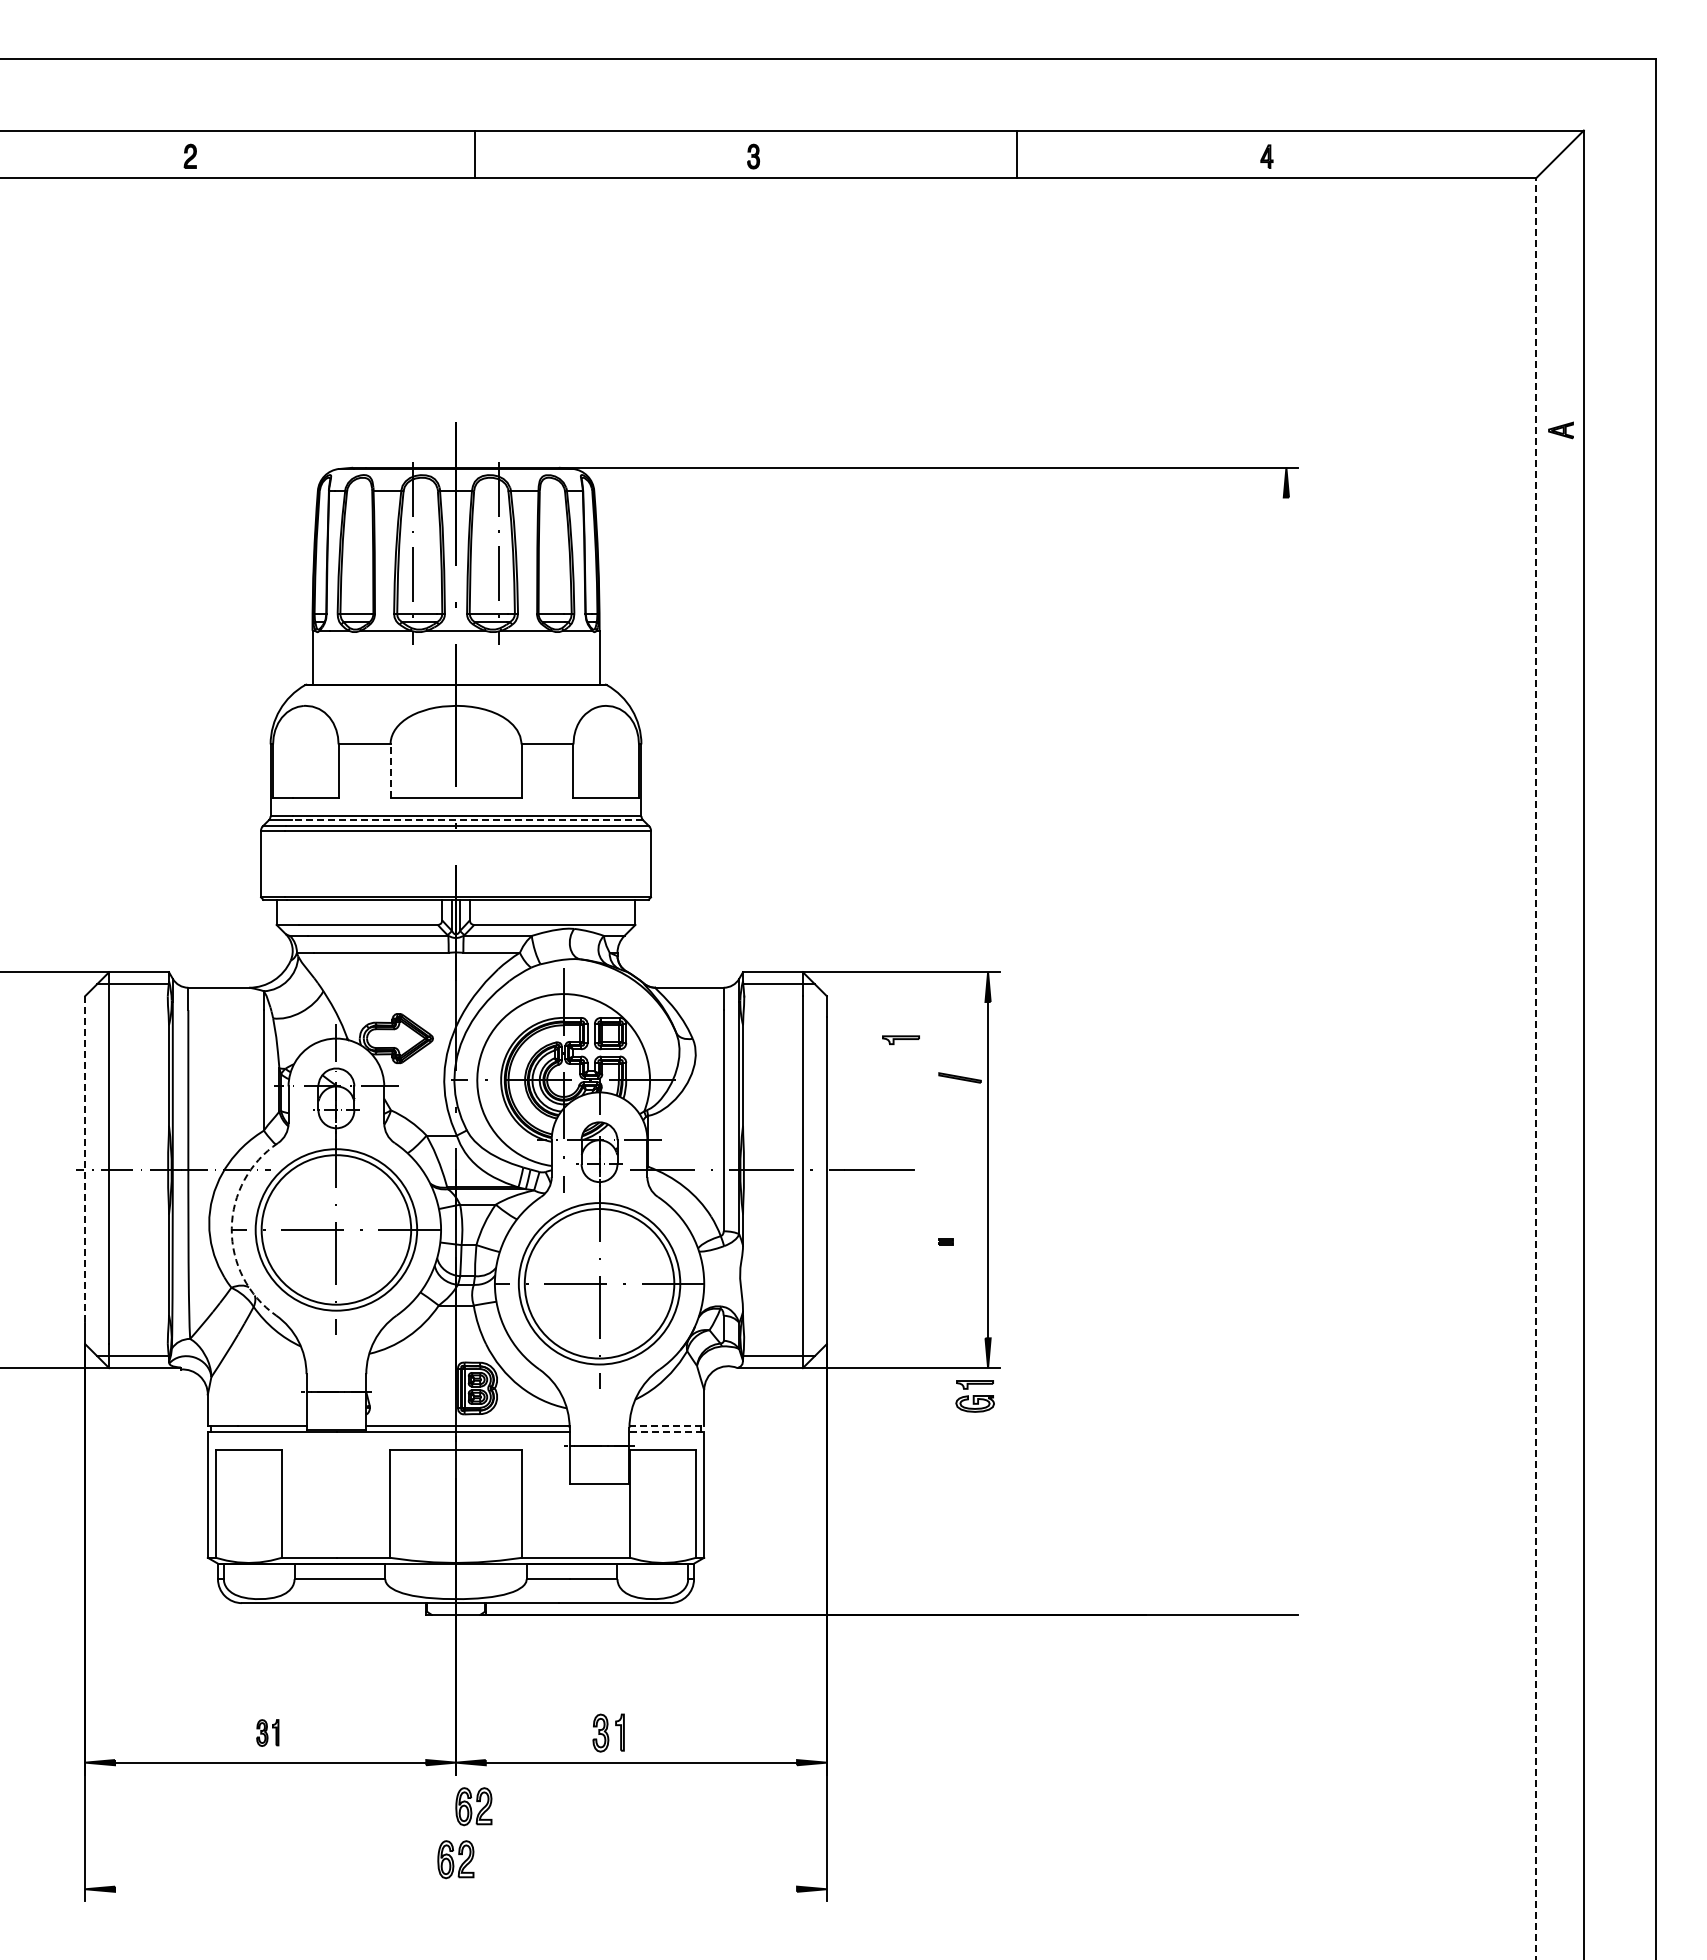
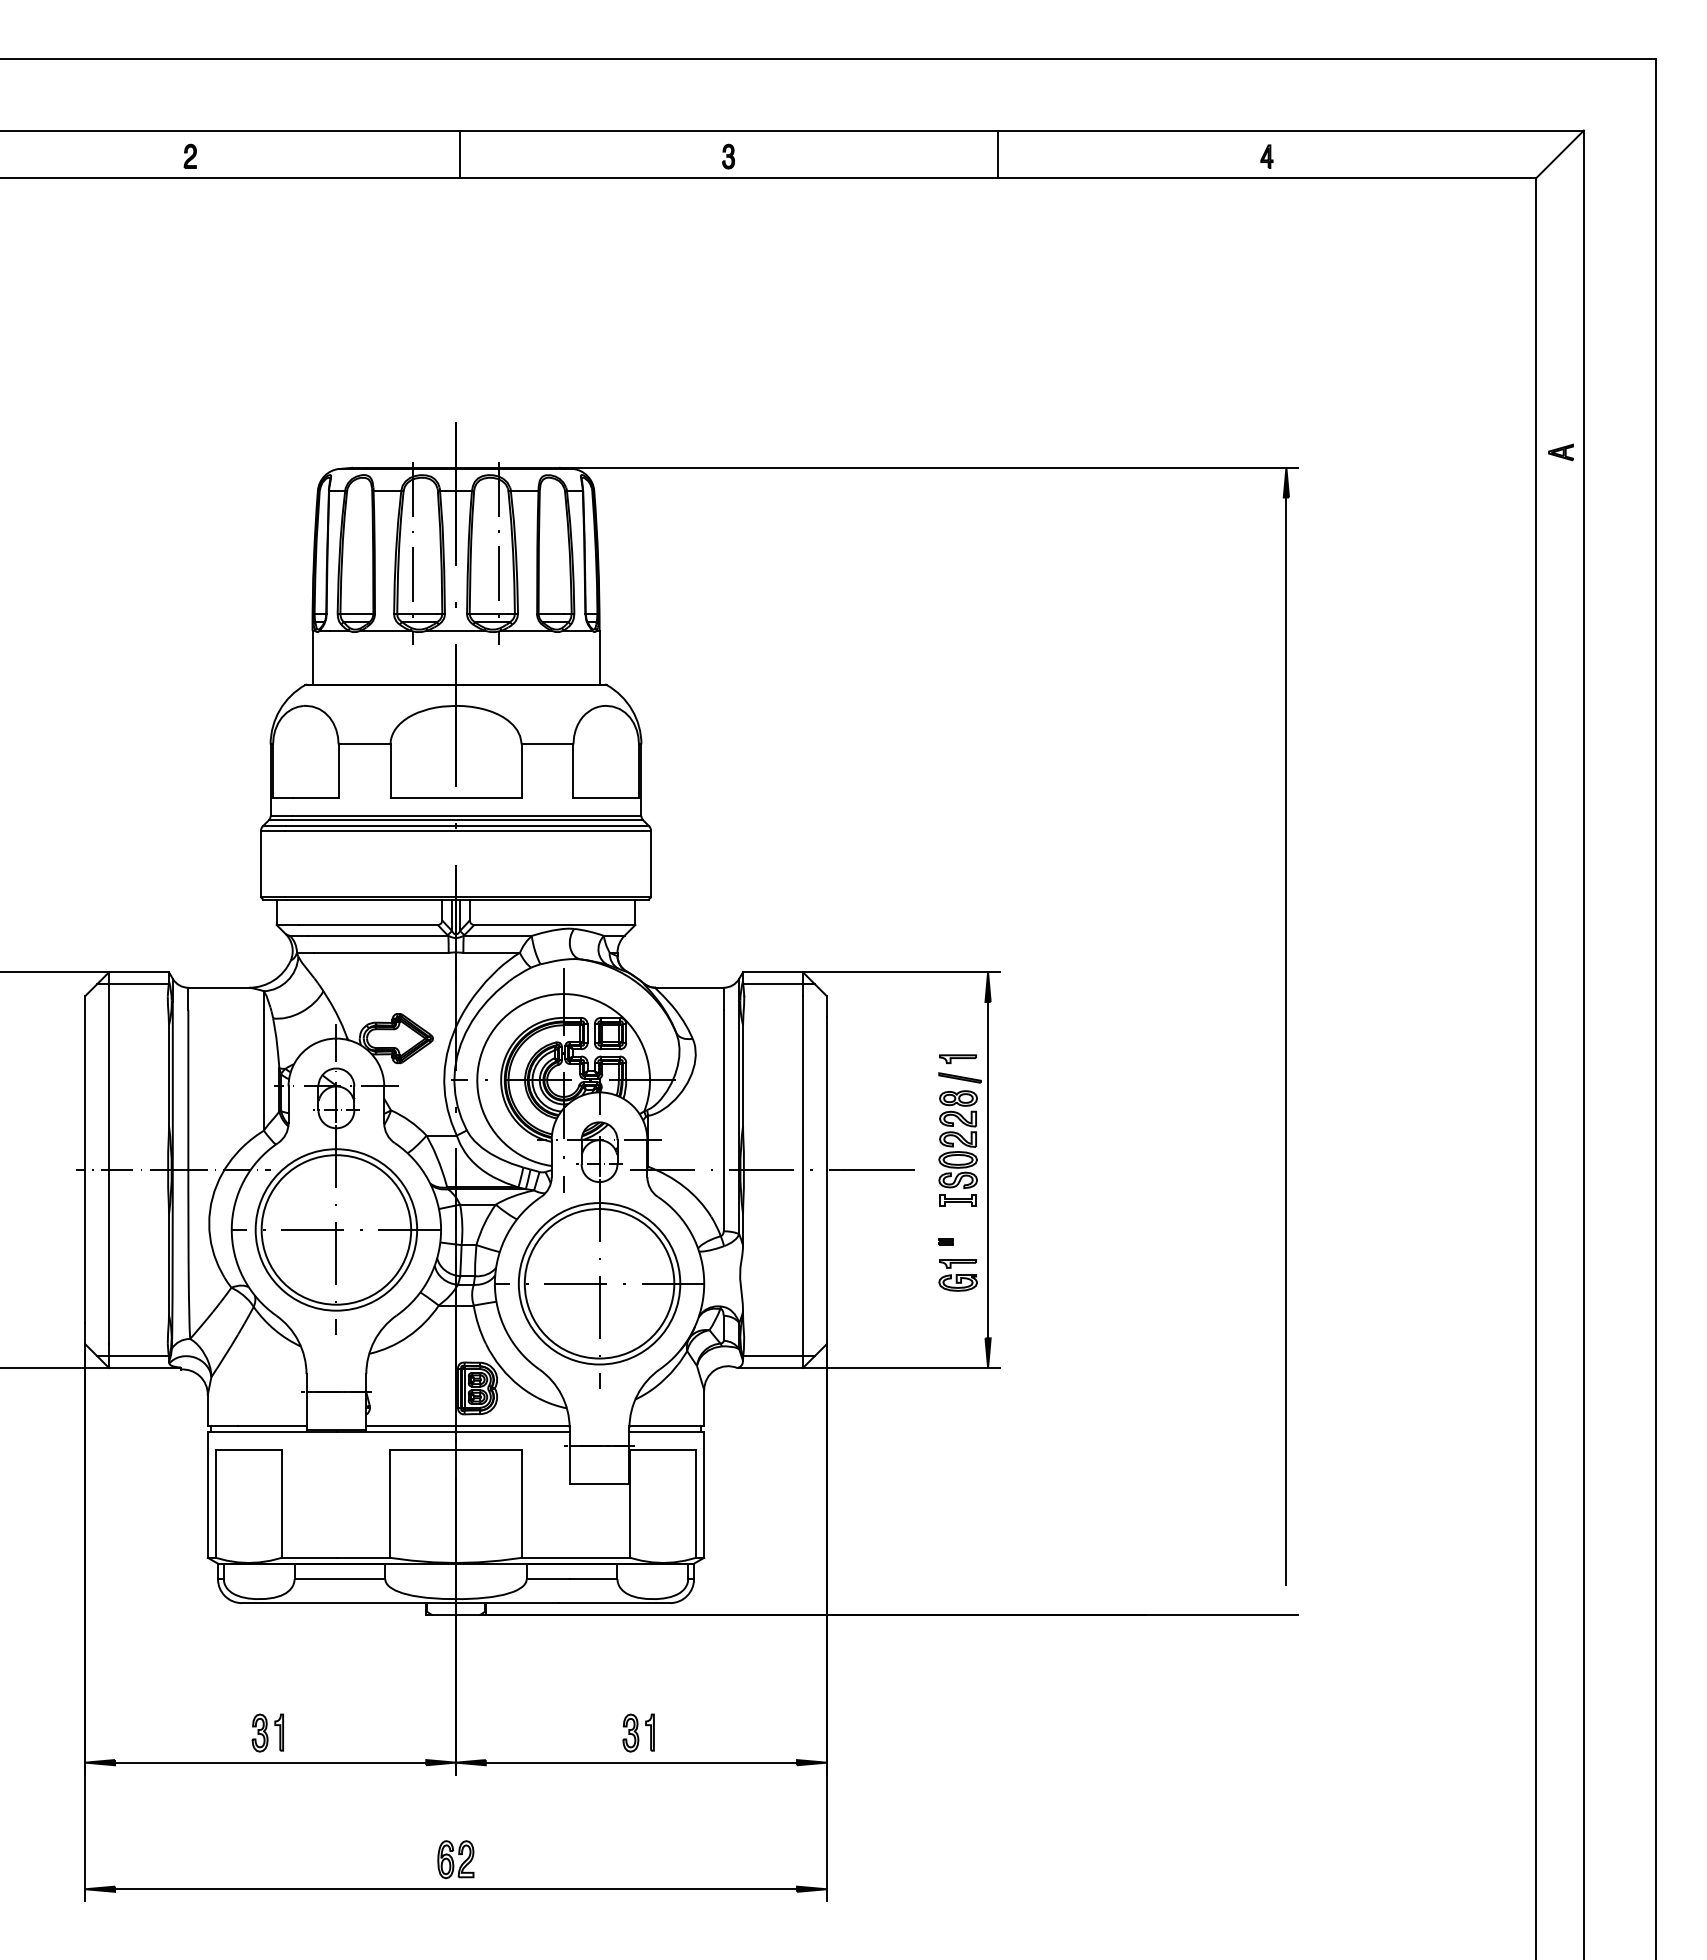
line at (474, 154) position: (474, 154) -> (459, 154)
line at (1016, 154) position: (1016, 154) -> (997, 154)
part at (753, 156) position: (753, 156) -> (728, 156)
part at (1560, 430) position: (1560, 430) -> (1560, 452)
line at (390, 771): dashed -> solid
line at (467, 820): dashed -> solid
part at (900, 1040) position: (900, 1040) -> (957, 1059)
line at (1286, 1041): none -> present
line at (1536, 1069): dashed -> solid
part at (957, 1148): none -> present
line at (85, 1160): dashed -> solid
arc at (231, 1228): dashed -> solid
part at (974, 1396) position: (974, 1396) -> (957, 1275)
line at (667, 1426): dashed -> solid
line at (667, 1432): dashed -> solid
part at (267, 1732) size: 24x28 px -> 33x40 px
part at (608, 1732) position: (608, 1732) -> (638, 1732)
part at (473, 1806): present -> none
line at (456, 1889): none -> present
